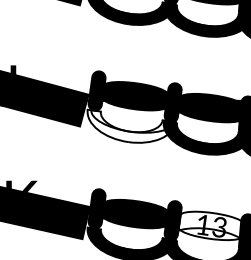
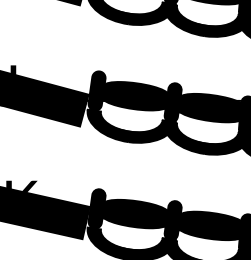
fill at (131, 125): none -> present
fill at (210, 225): none -> present
